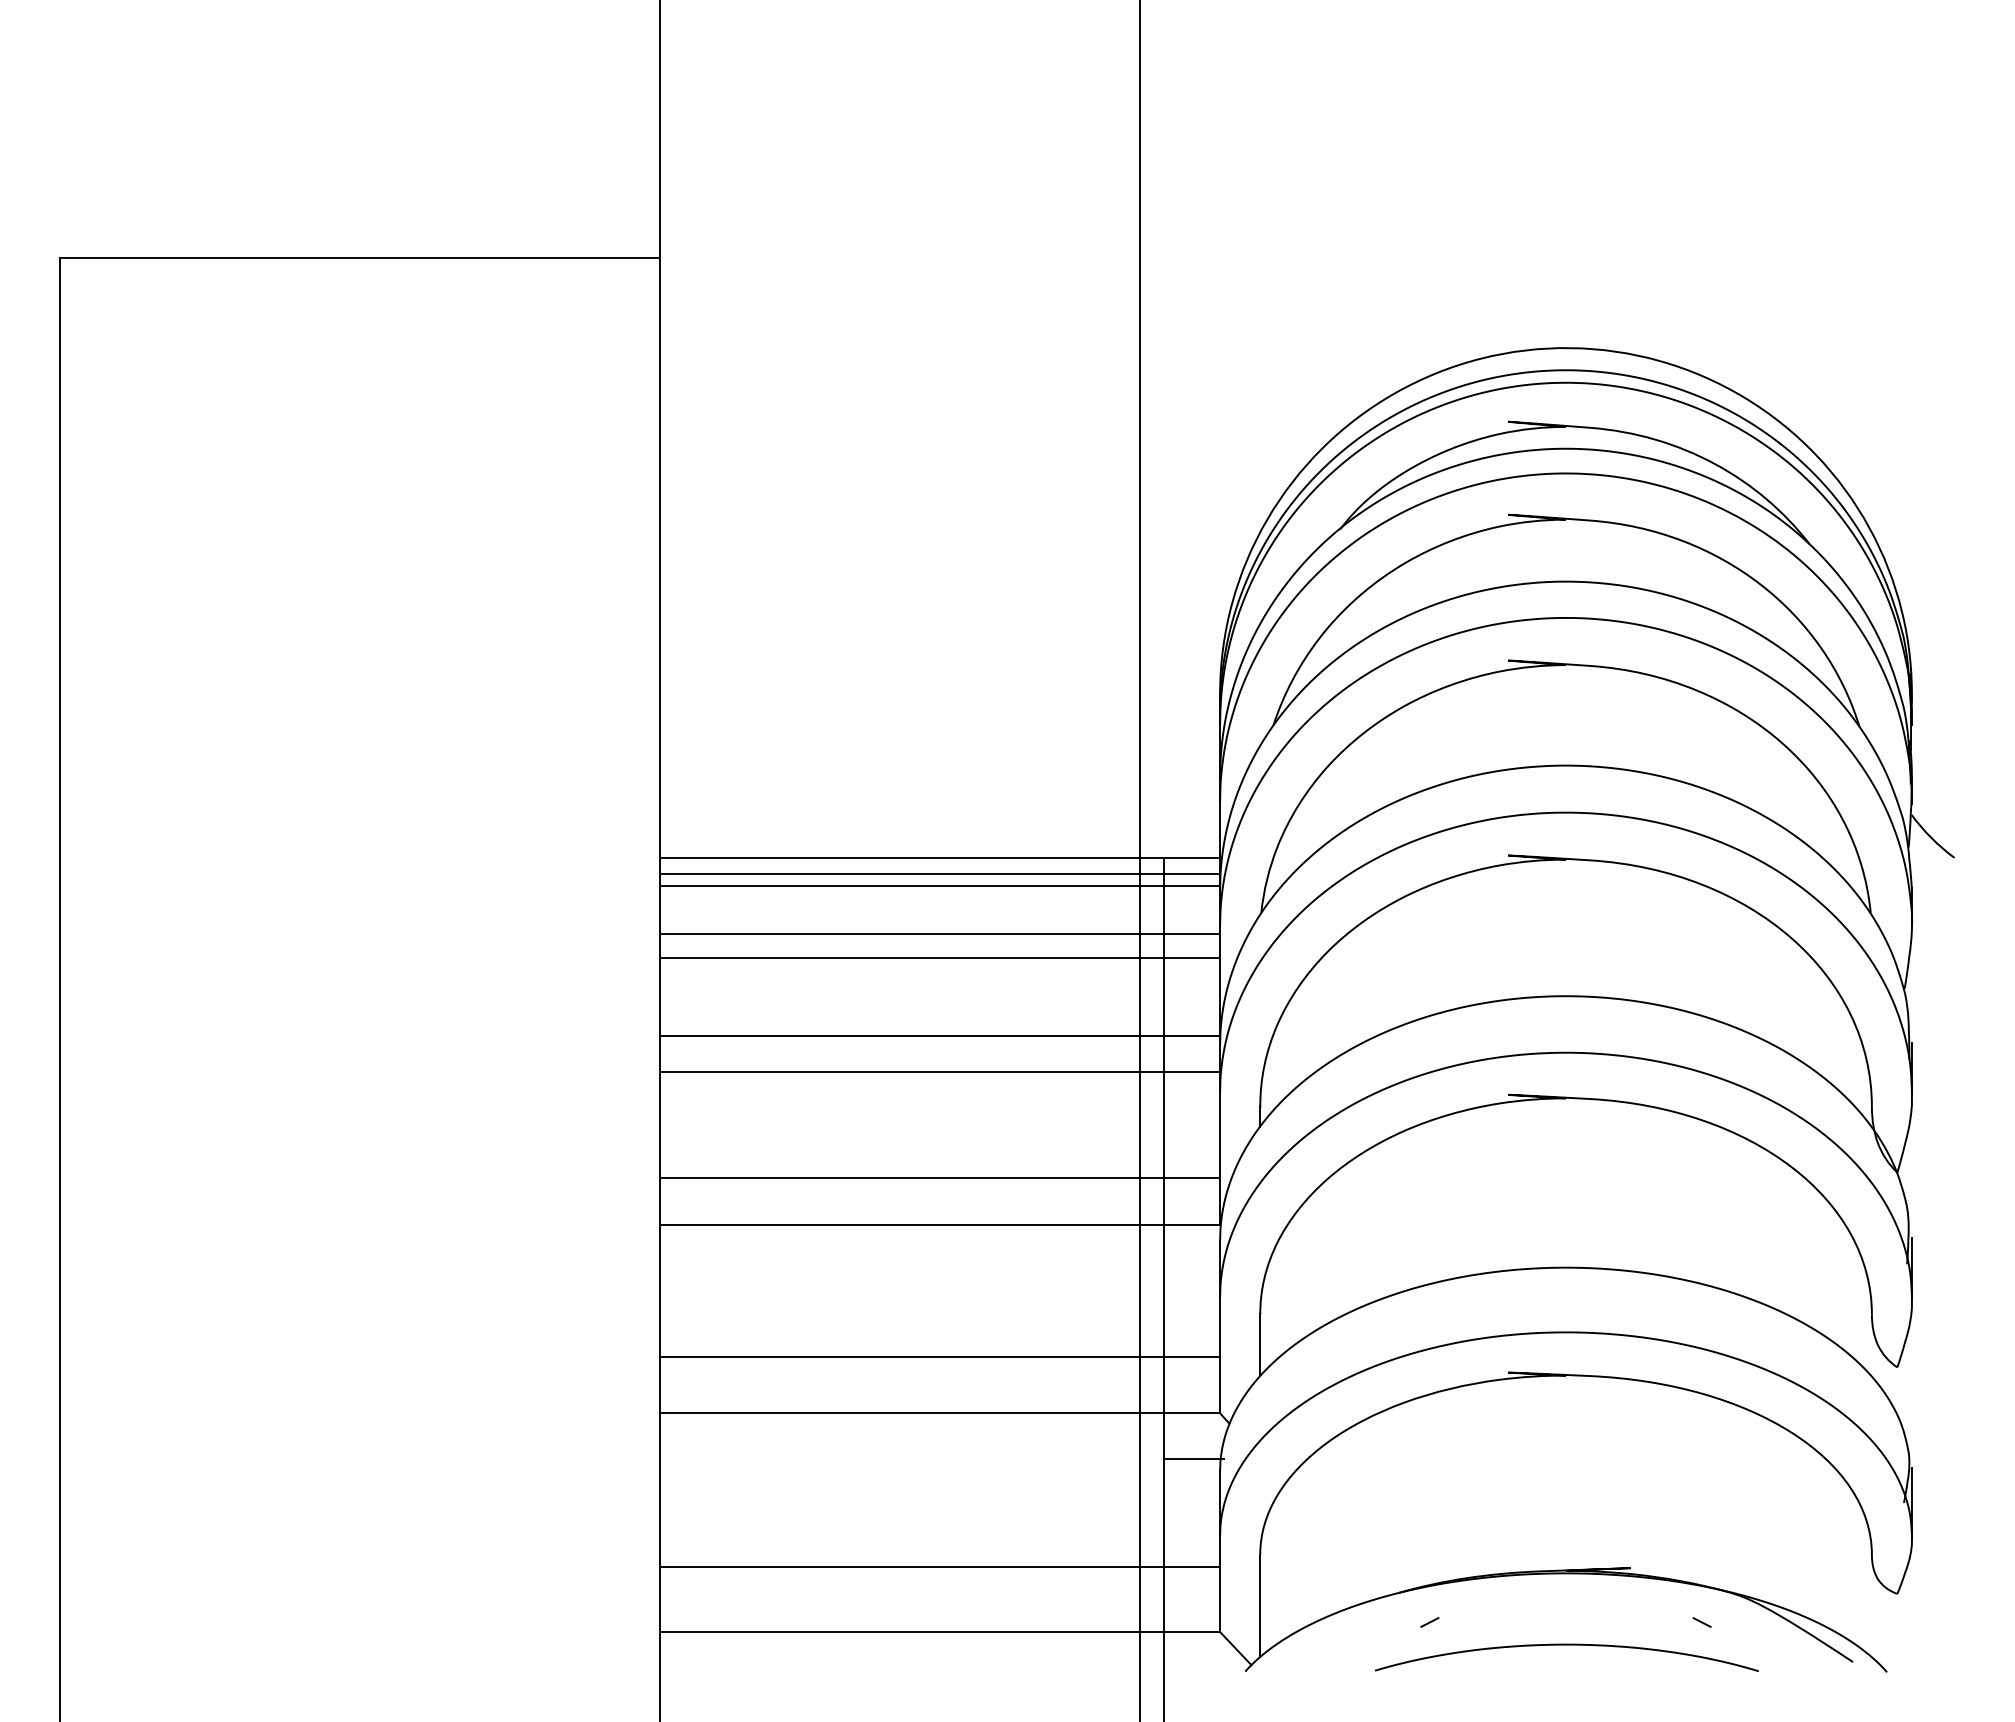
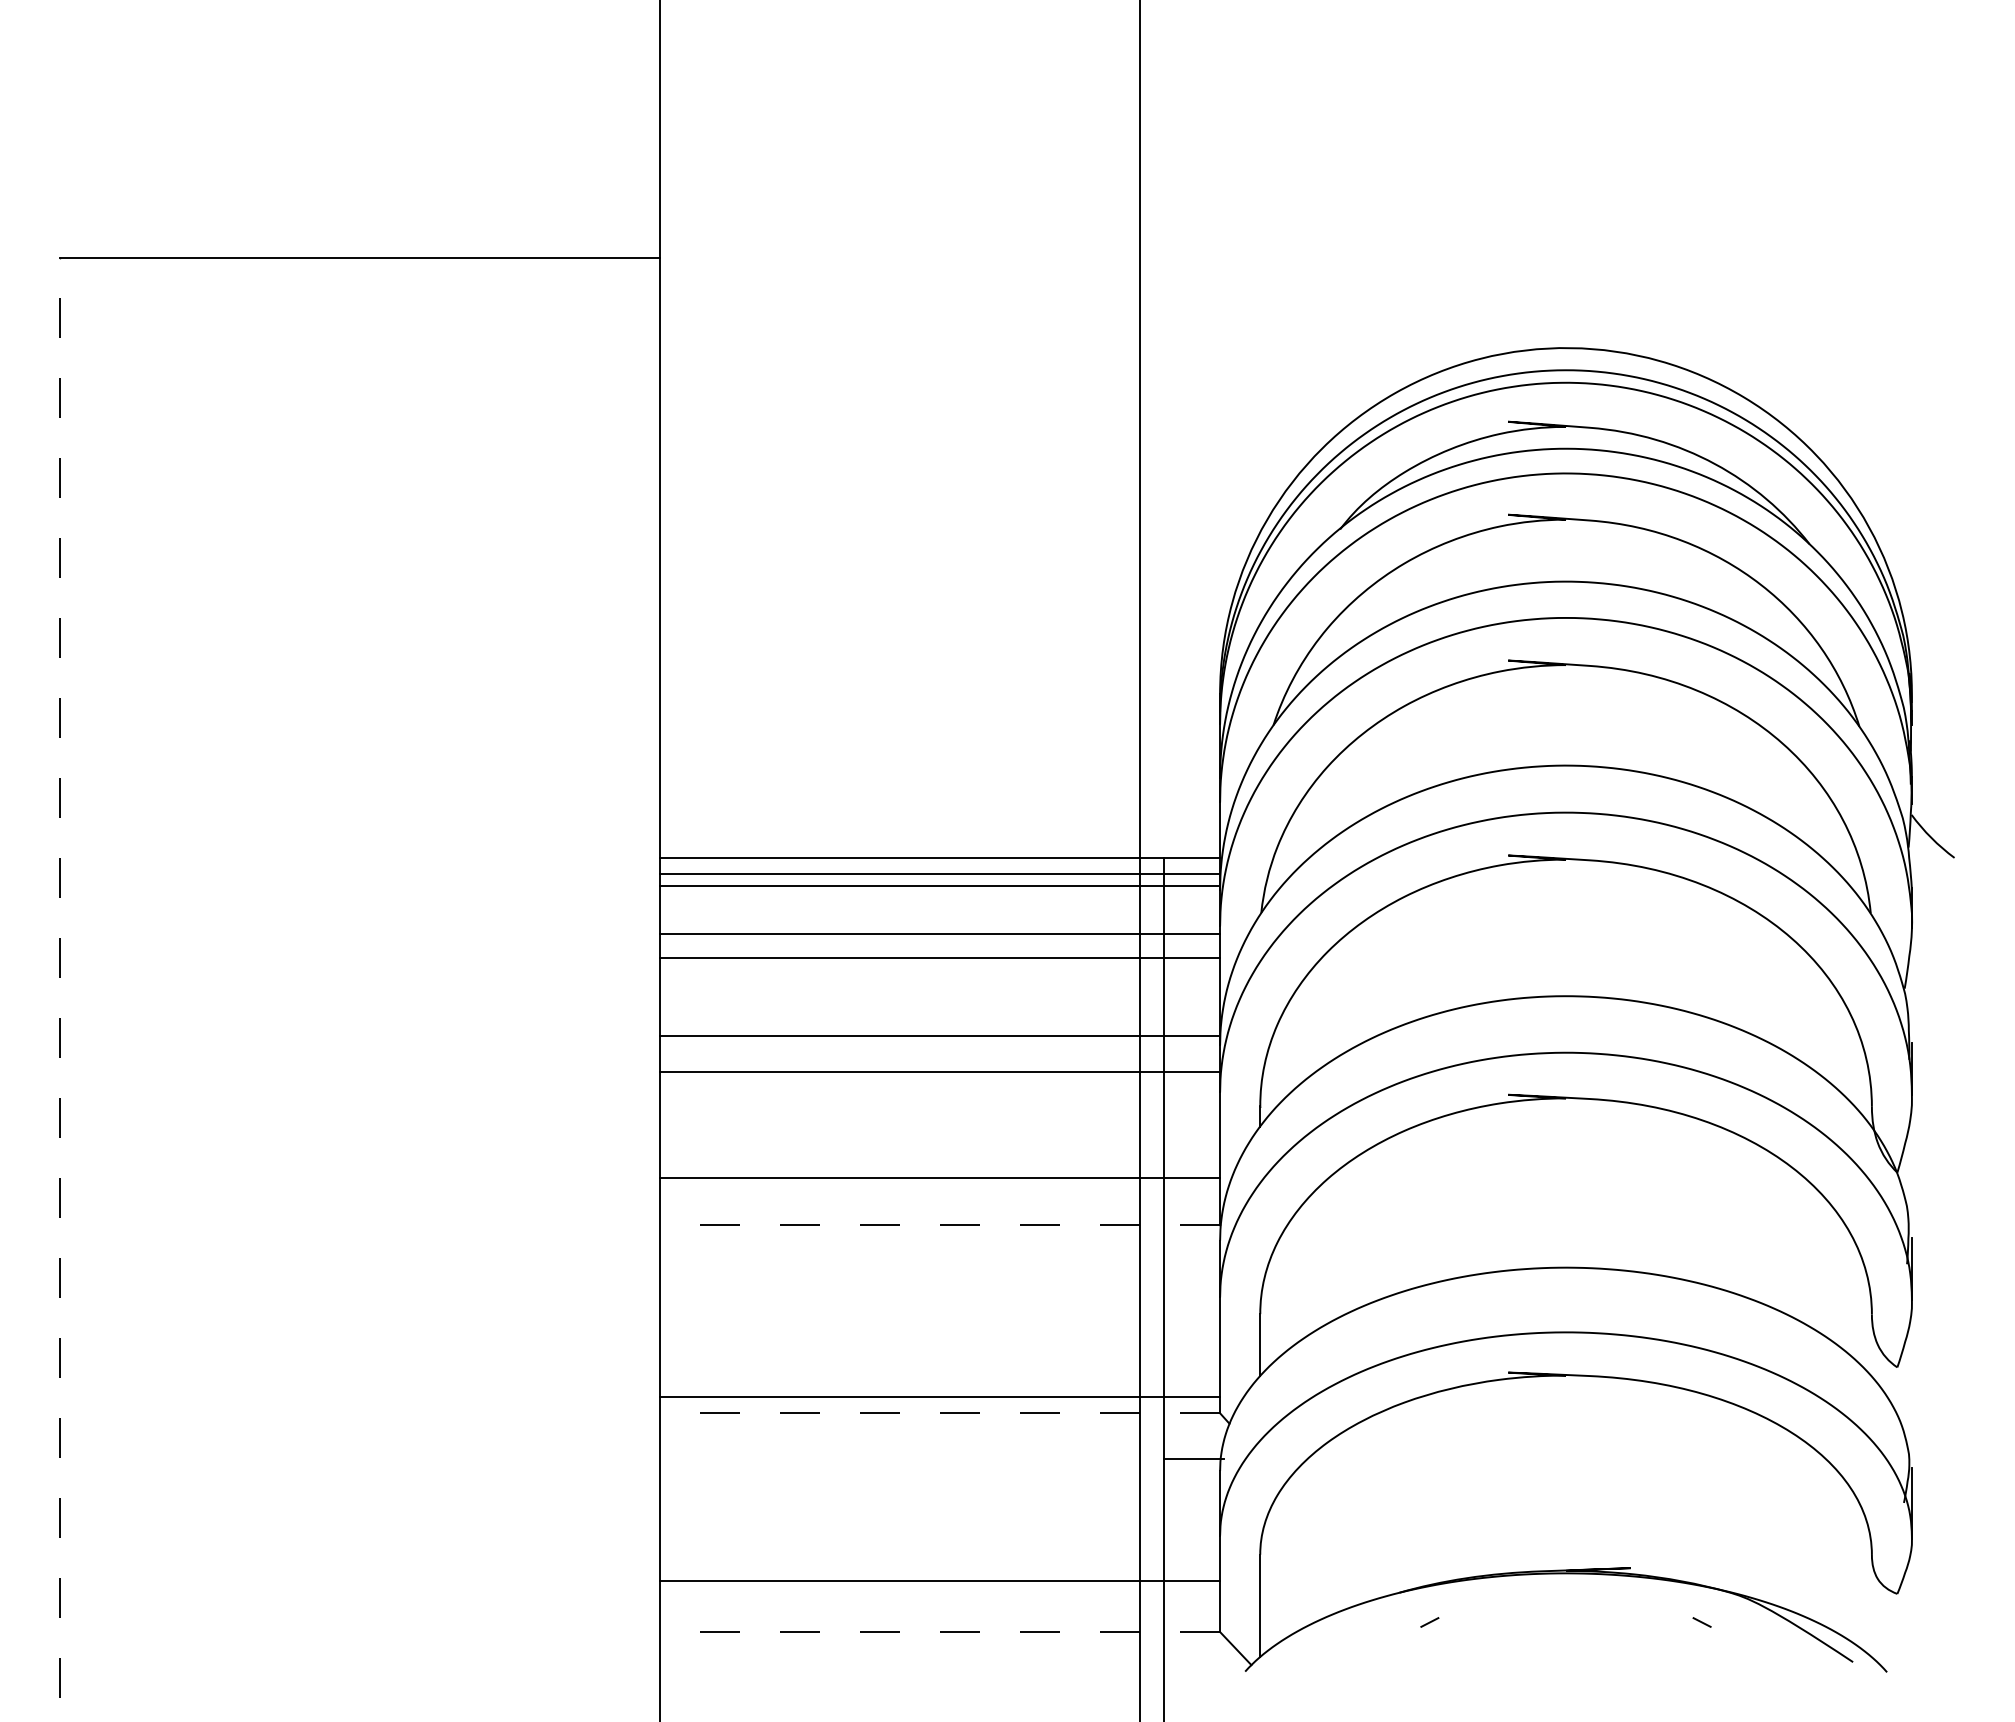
line at (60, 989): solid -> dashed
line at (940, 1225): solid -> dashed
line at (940, 1356) position: (940, 1356) -> (940, 1396)
line at (940, 1413): solid -> dashed
line at (940, 1567) position: (940, 1567) -> (940, 1581)
line at (940, 1632): solid -> dashed
curve at (1566, 1645): present -> none
